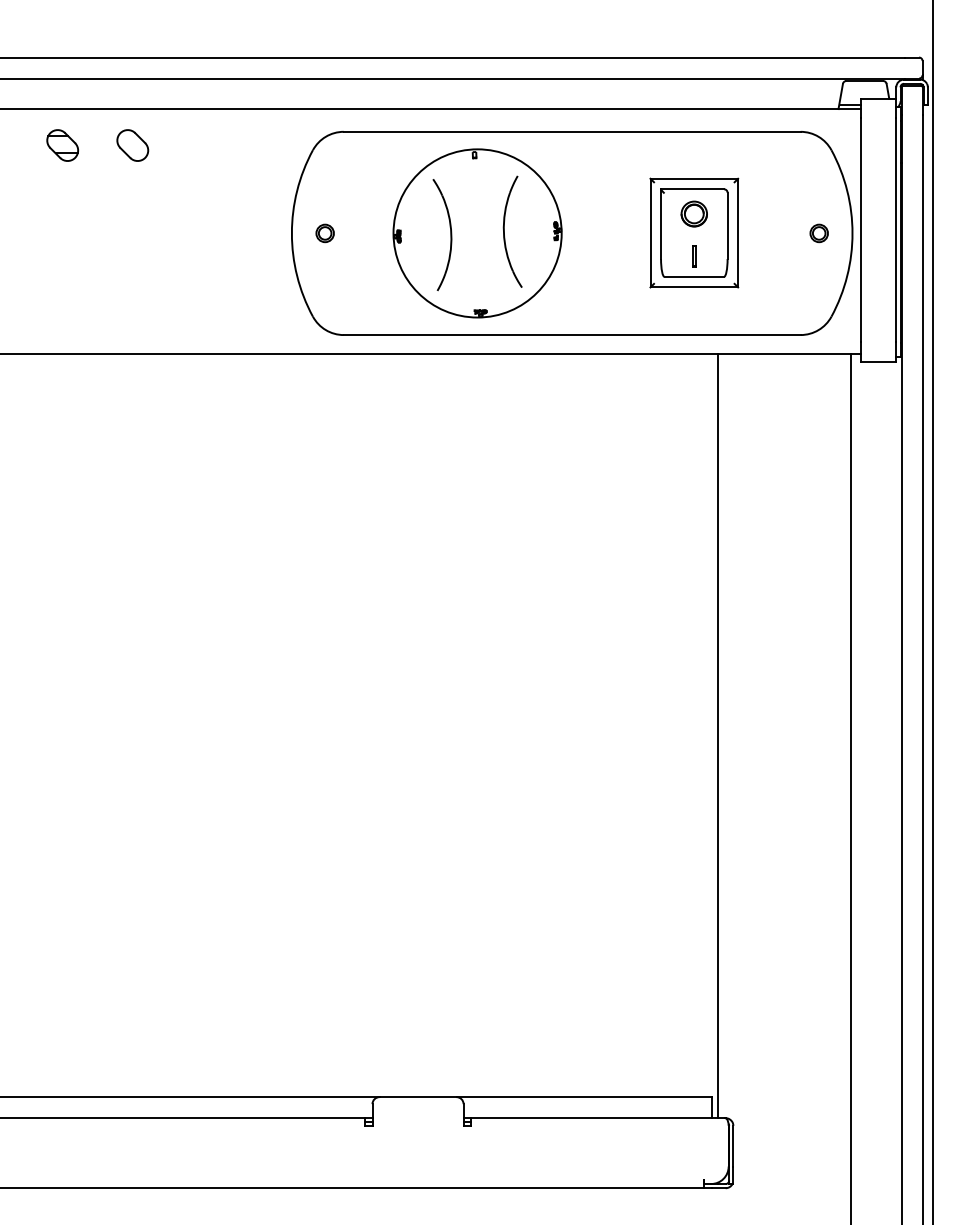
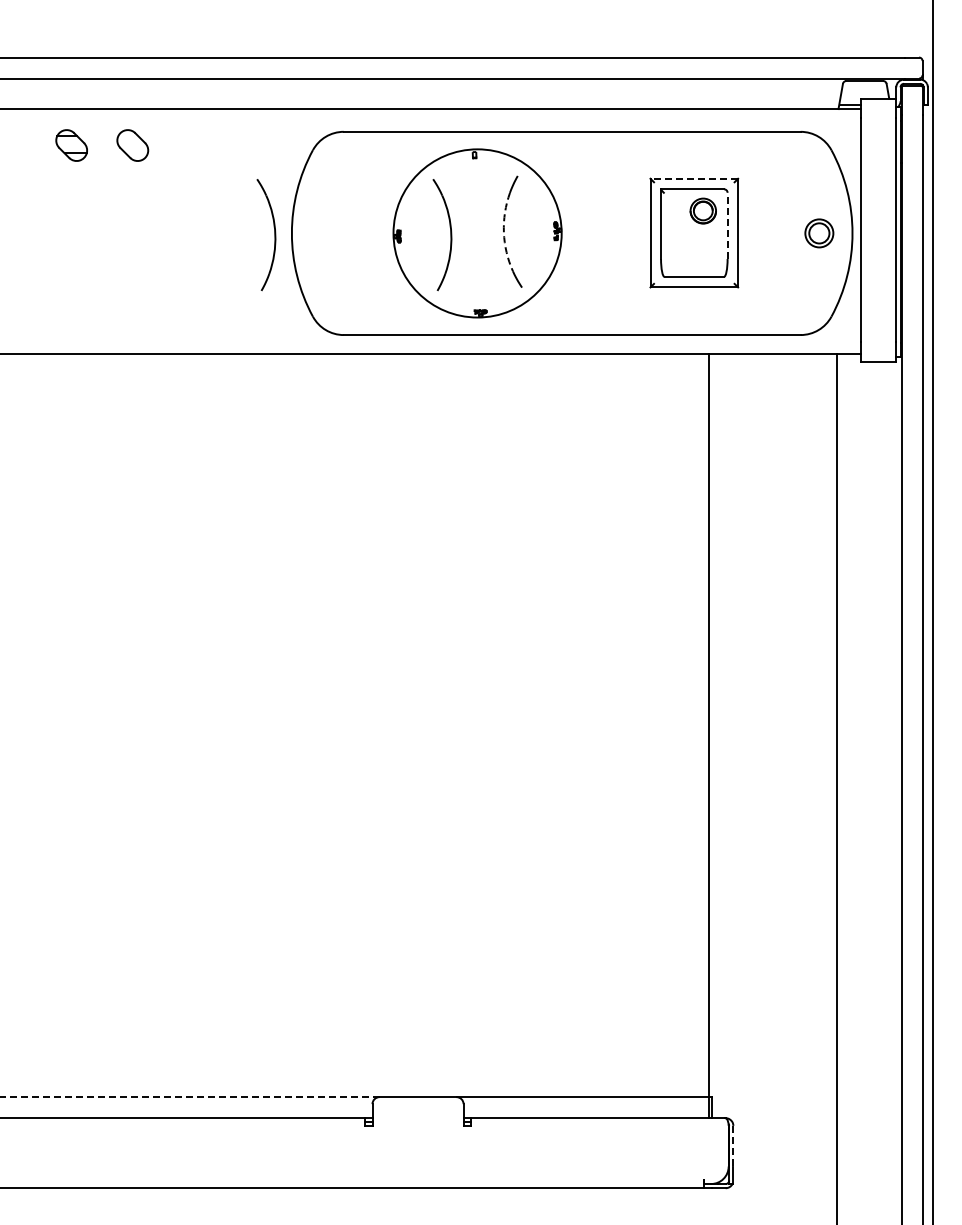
part at (62, 145) position: (62, 145) -> (71, 145)
line at (694, 178): solid -> dashed
part at (693, 213) position: (693, 213) -> (702, 210)
line at (727, 225): solid -> dashed
arc at (503, 232): solid -> dashed
part at (324, 233): present -> none
part at (818, 233) size: 20x21 px -> 31x31 px
part at (274, 235): none -> present
line at (693, 256): present -> none
line at (717, 736) position: (717, 736) -> (708, 736)
line at (850, 787) position: (850, 787) -> (836, 787)
line at (189, 1097): solid -> dashed
line at (733, 1146): solid -> dashed
